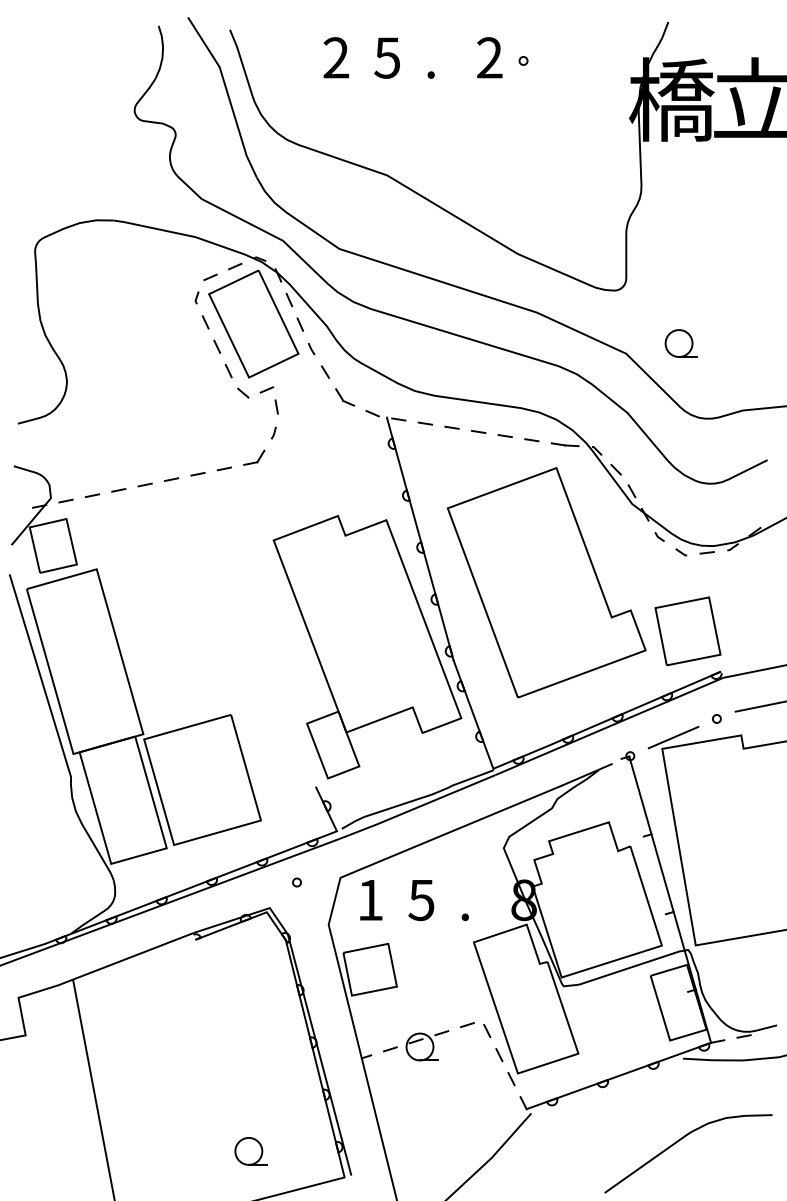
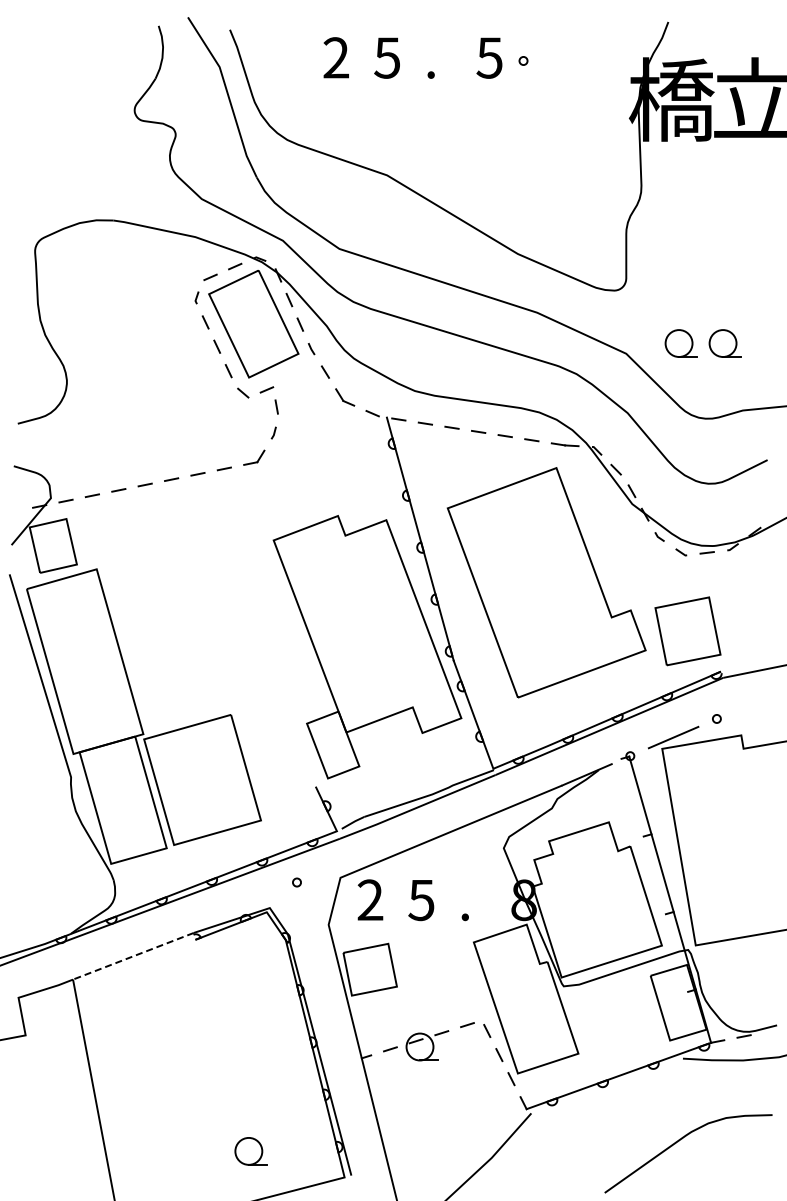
text at (489, 57): 2 -> 5
part at (724, 343): none -> present
line at (759, 706): present -> none
text at (370, 899): 1 -> 2
line at (132, 956): solid -> dashed
